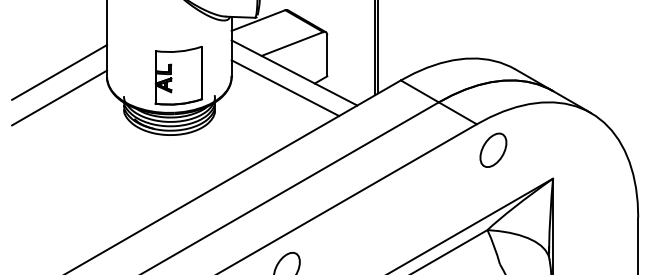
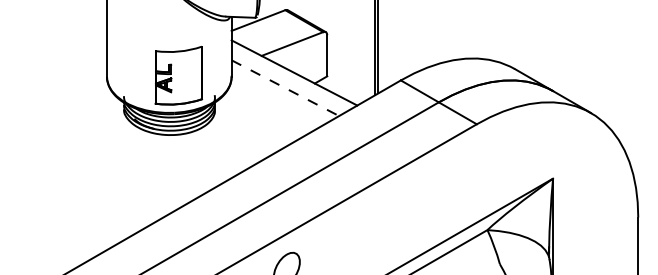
line at (59, 72): present -> none
line at (285, 88): solid -> dashed
line at (59, 97): present -> none
part at (493, 149): present -> none
